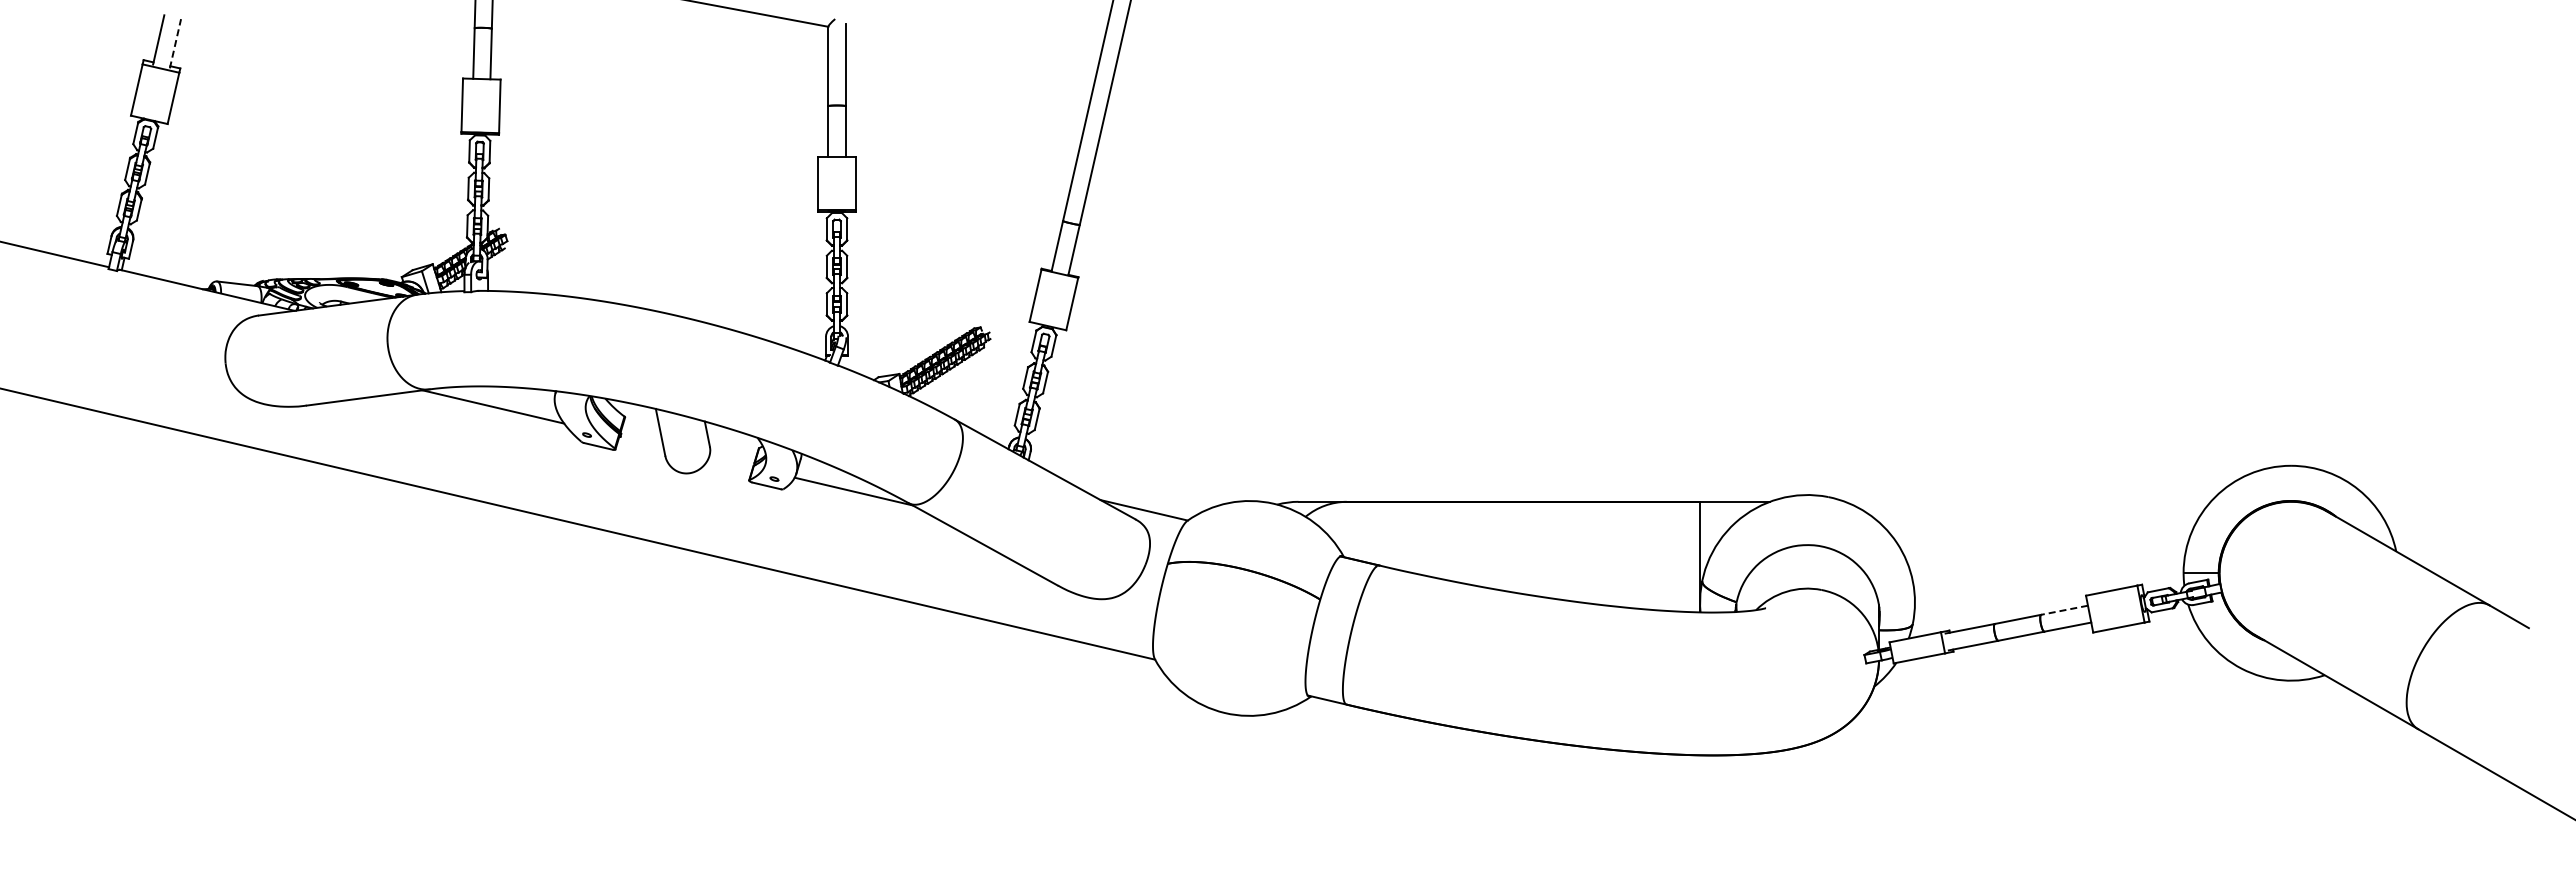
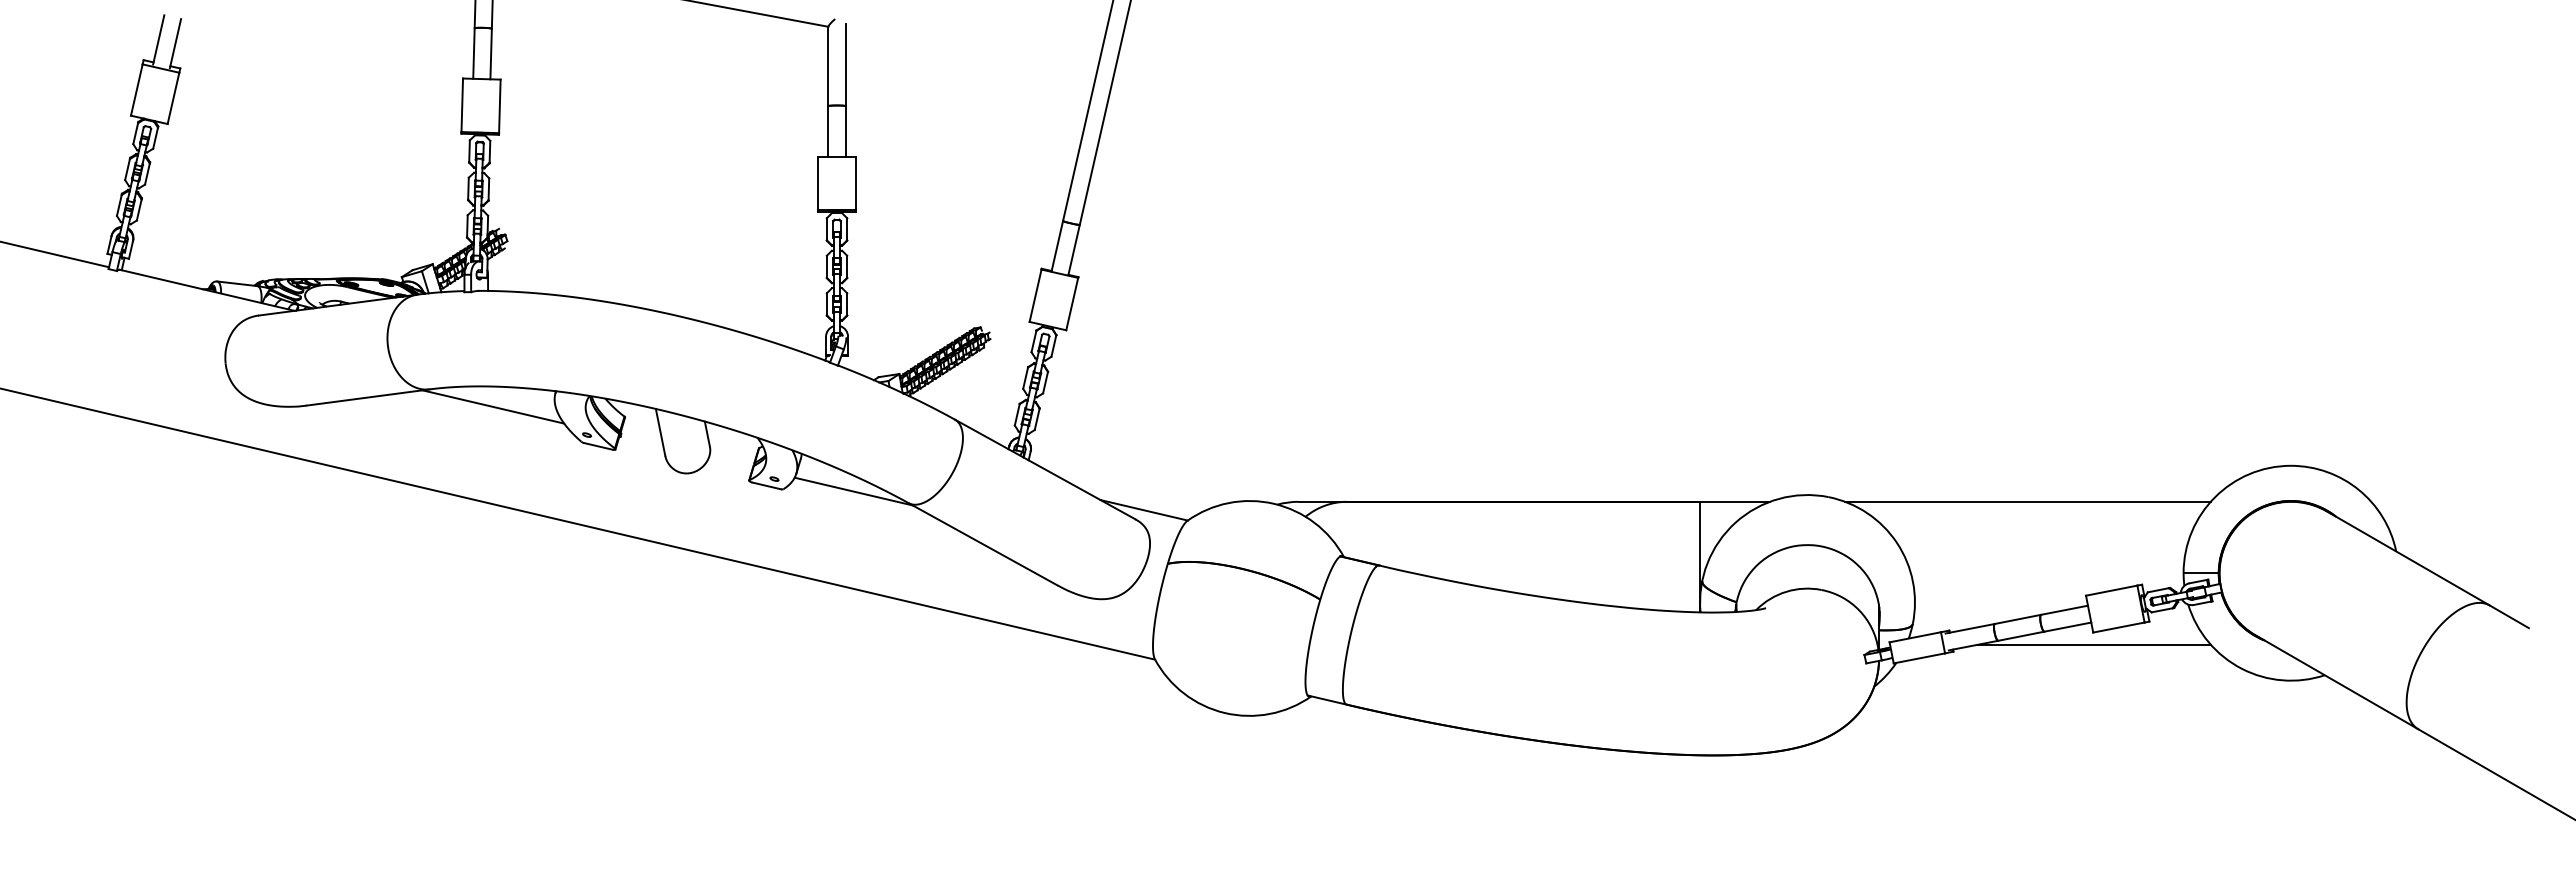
line at (175, 43): dashed -> solid
line at (2027, 501): none -> present
line at (2064, 610): dashed -> solid
line at (2094, 644): none -> present
